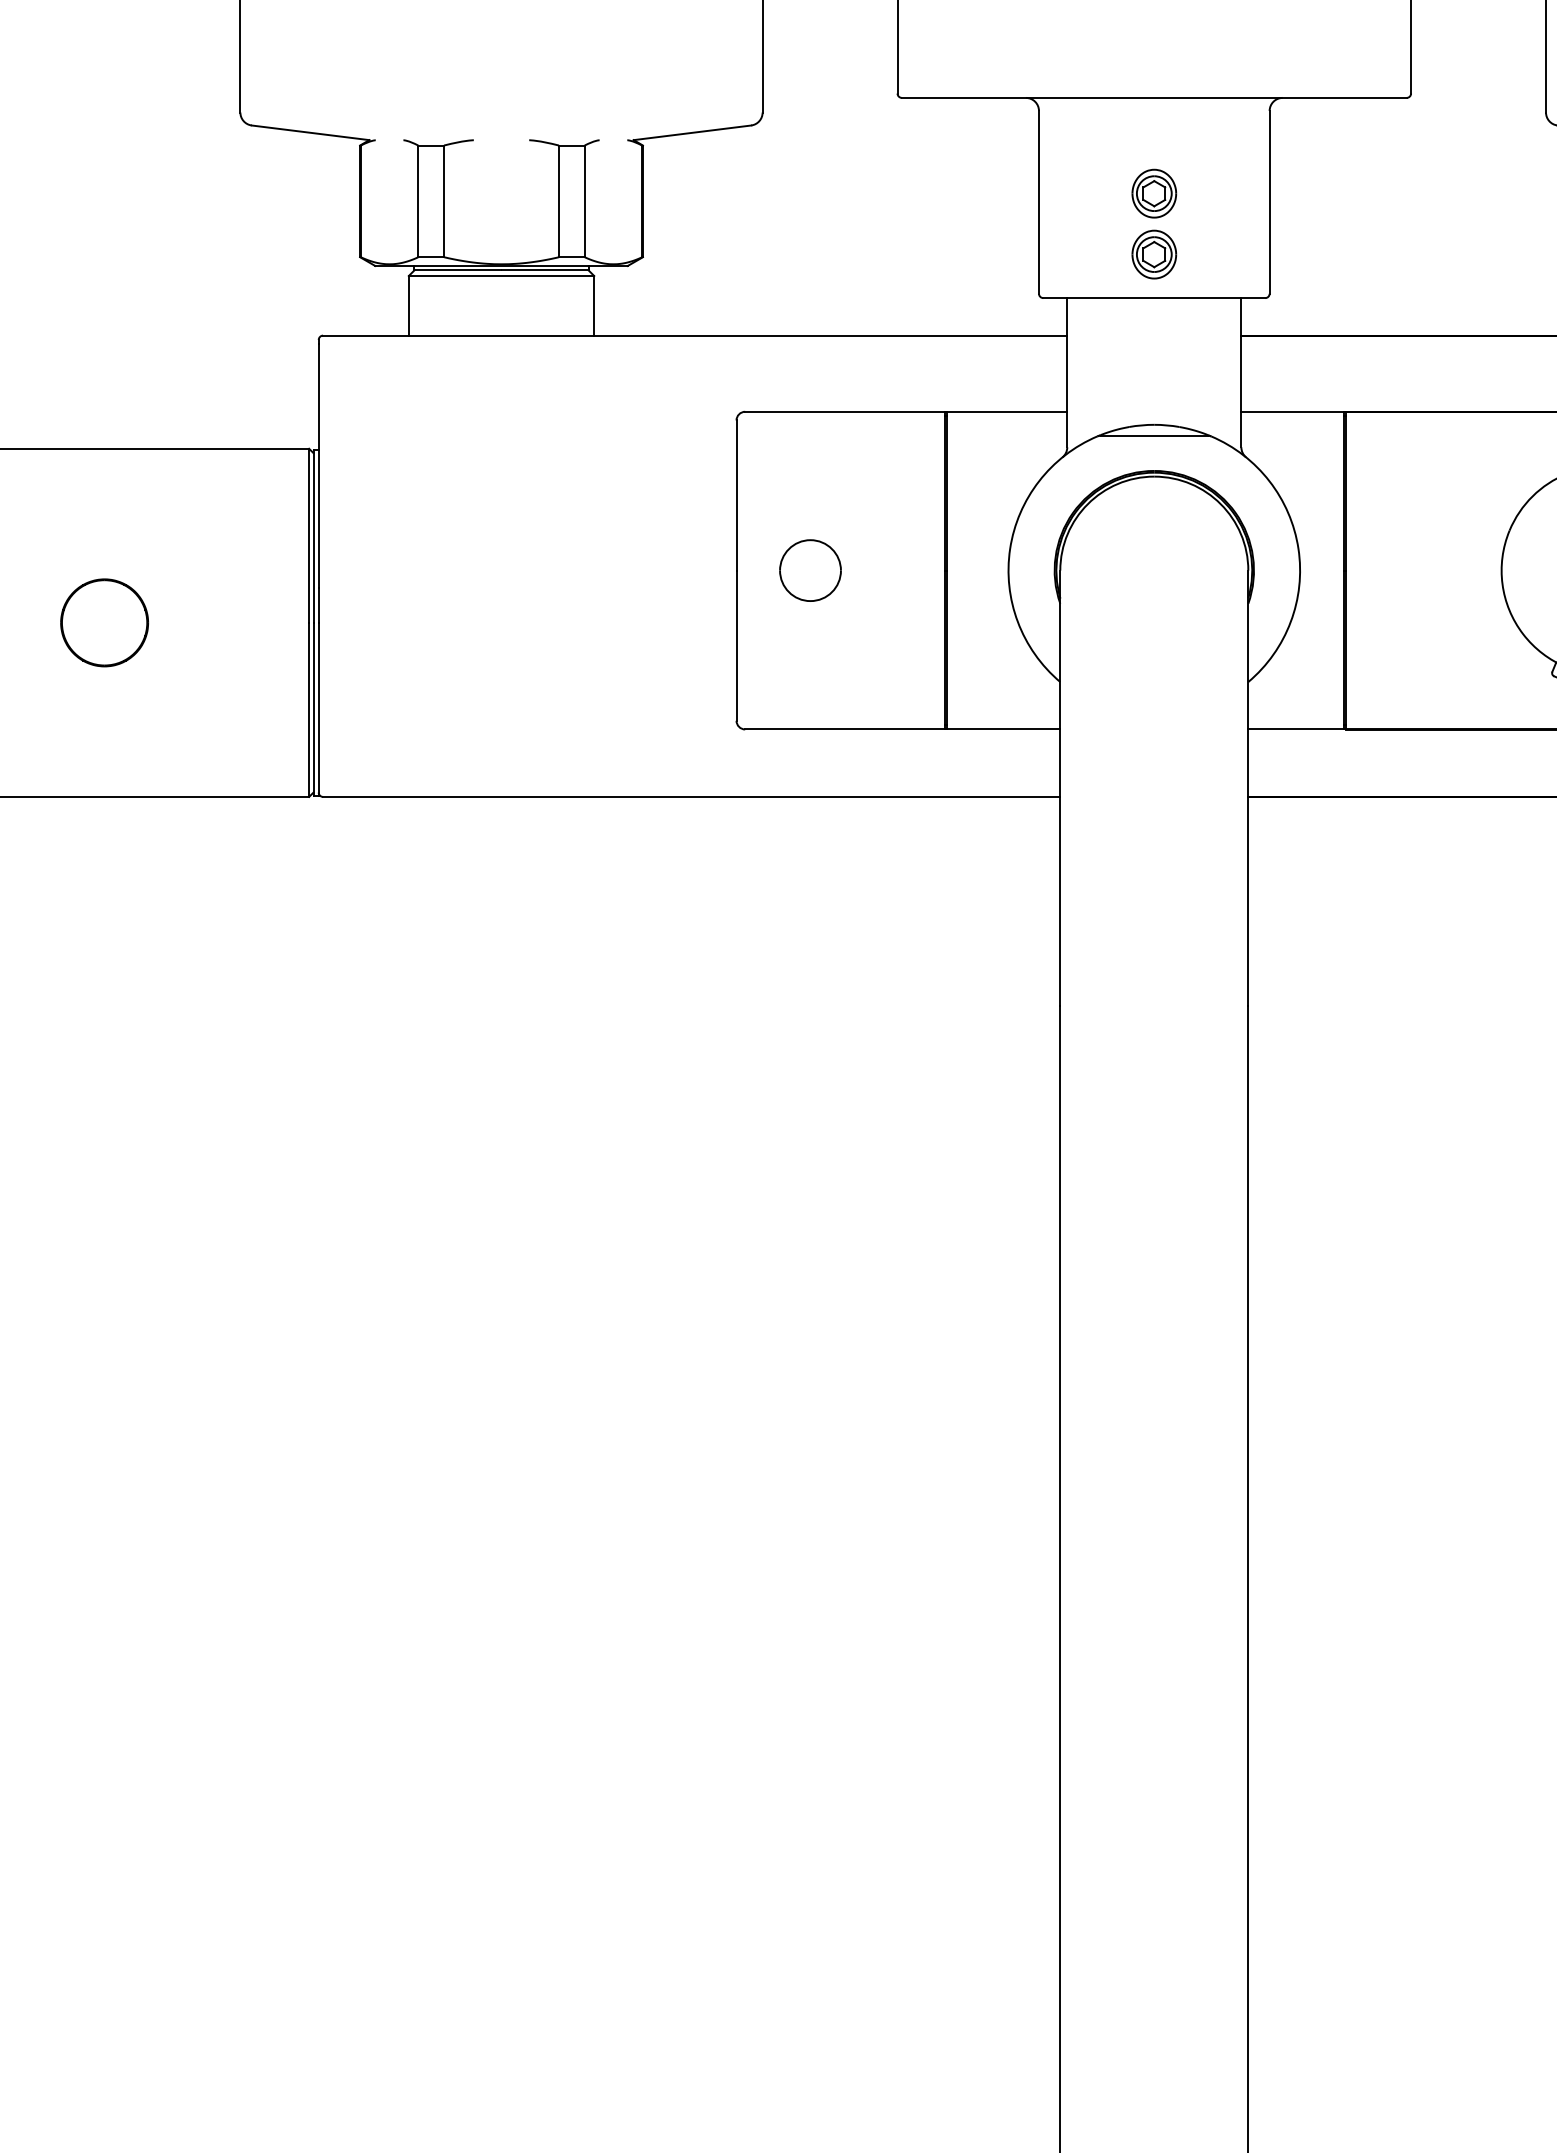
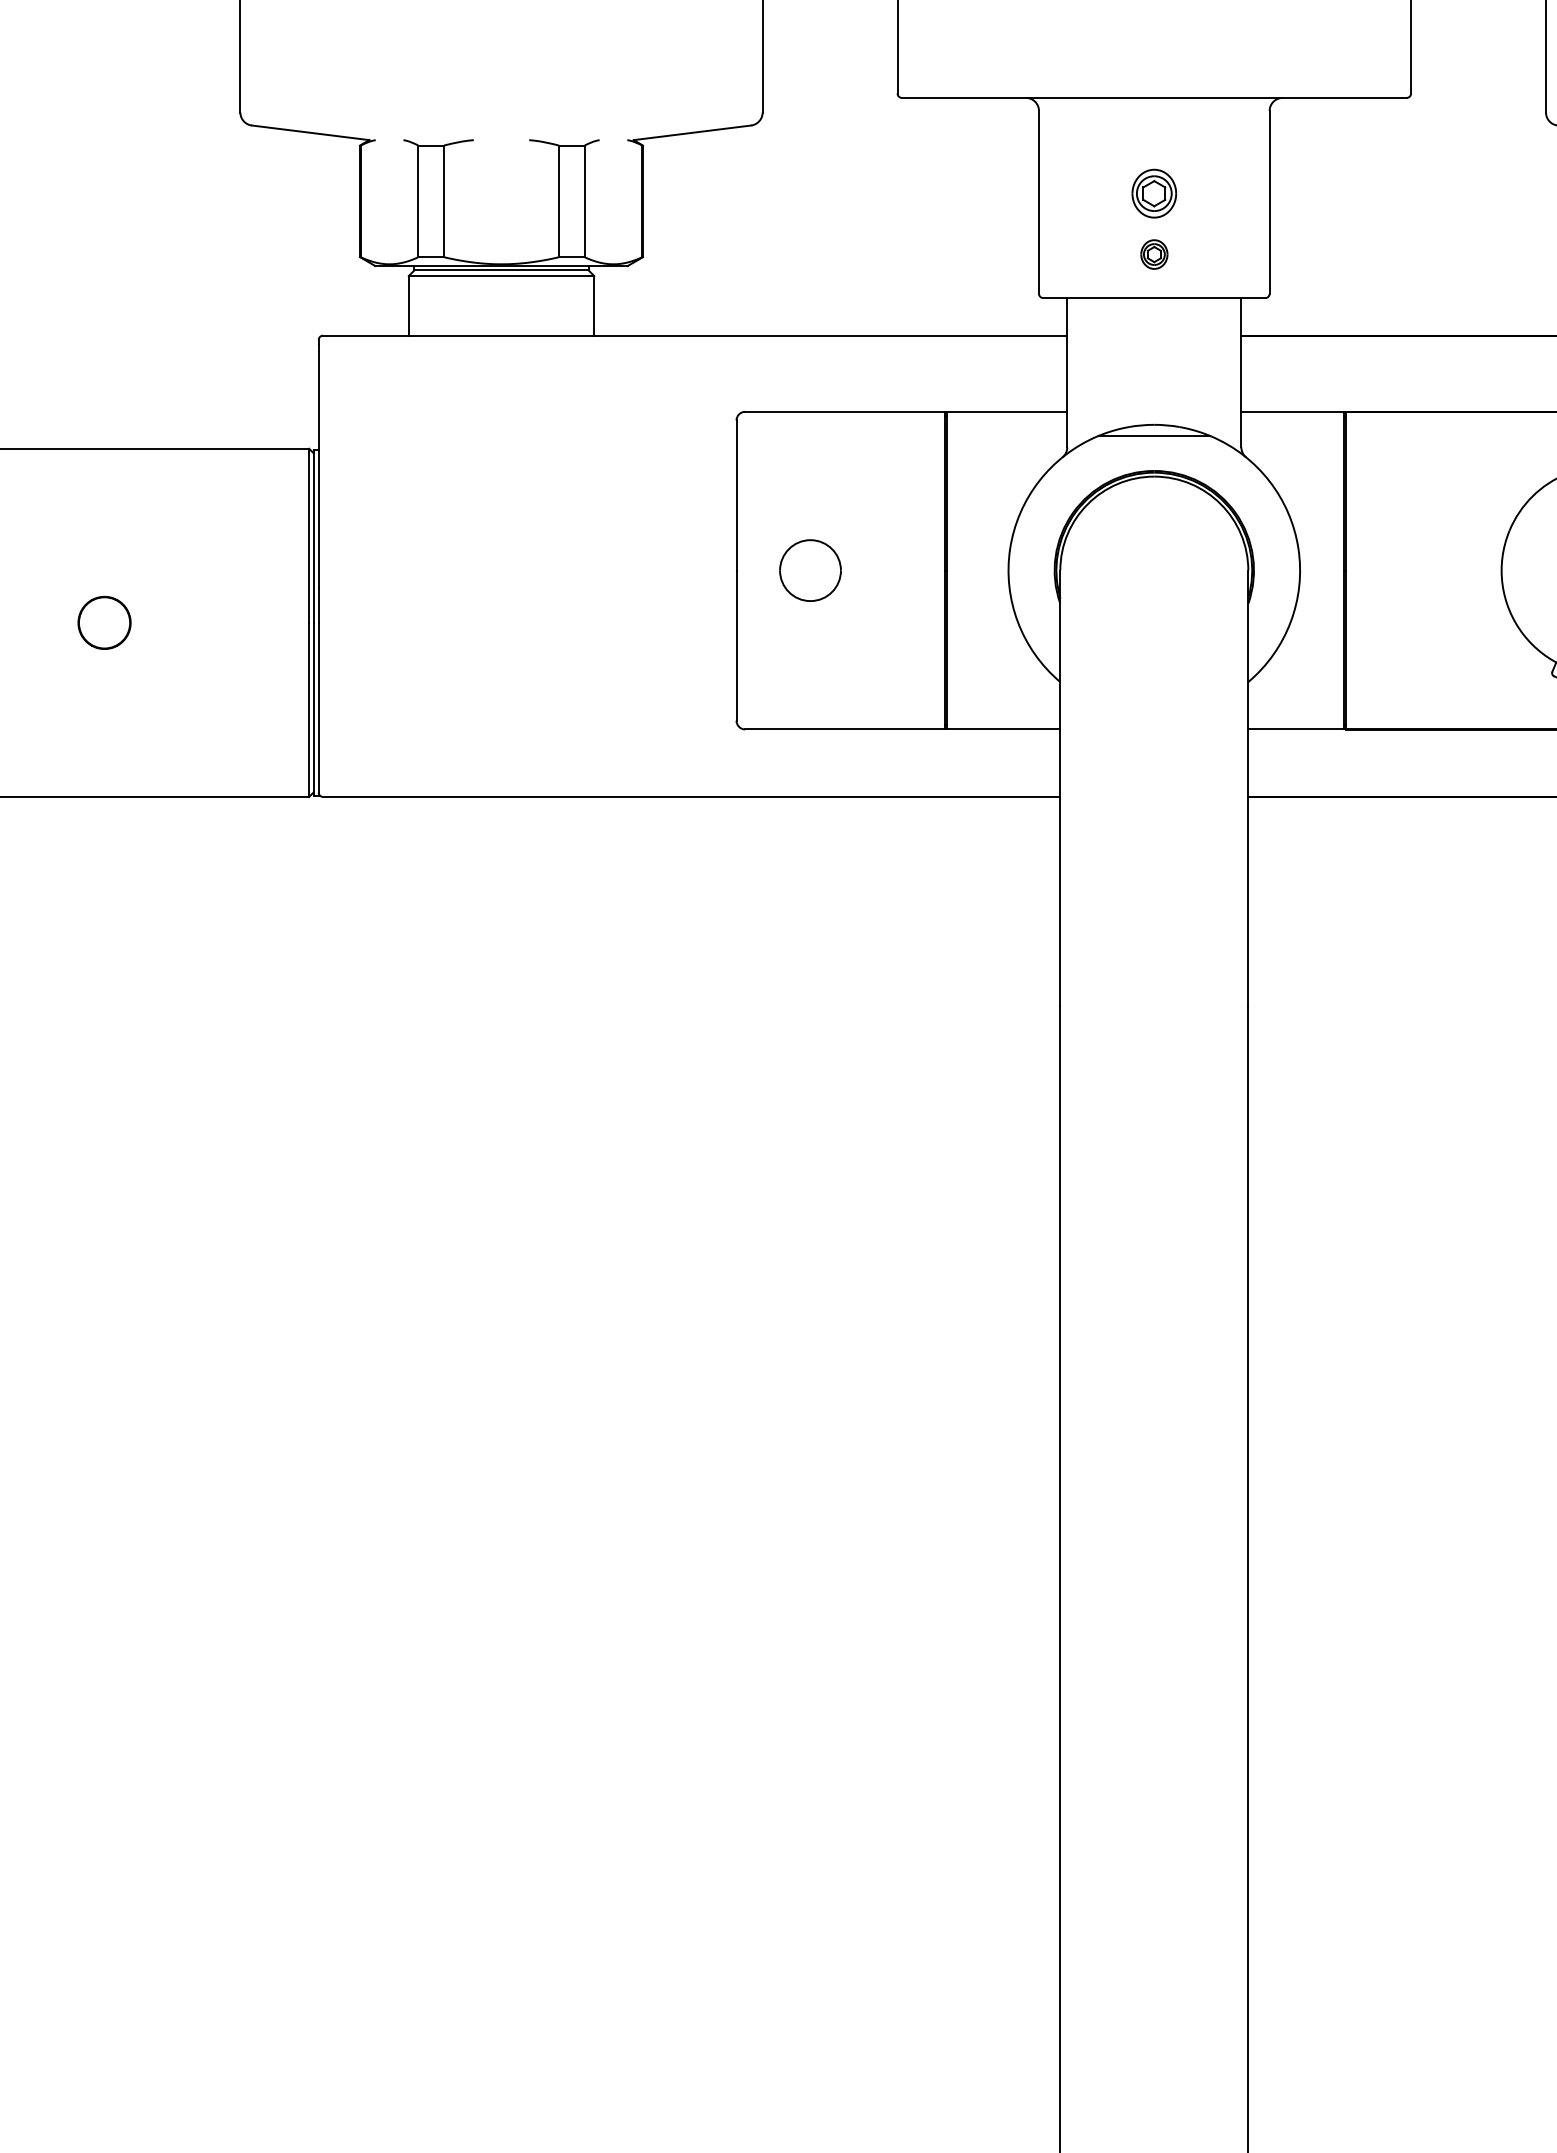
part at (1154, 254) size: 47x51 px -> 29x31 px
part at (104, 622) size: 89x90 px -> 55x55 px
